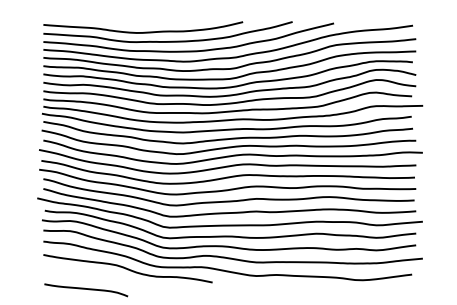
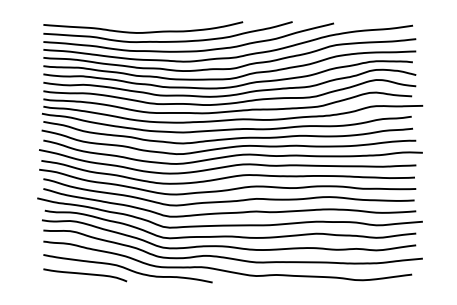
curve at (86, 289) position: (86, 289) -> (85, 274)
